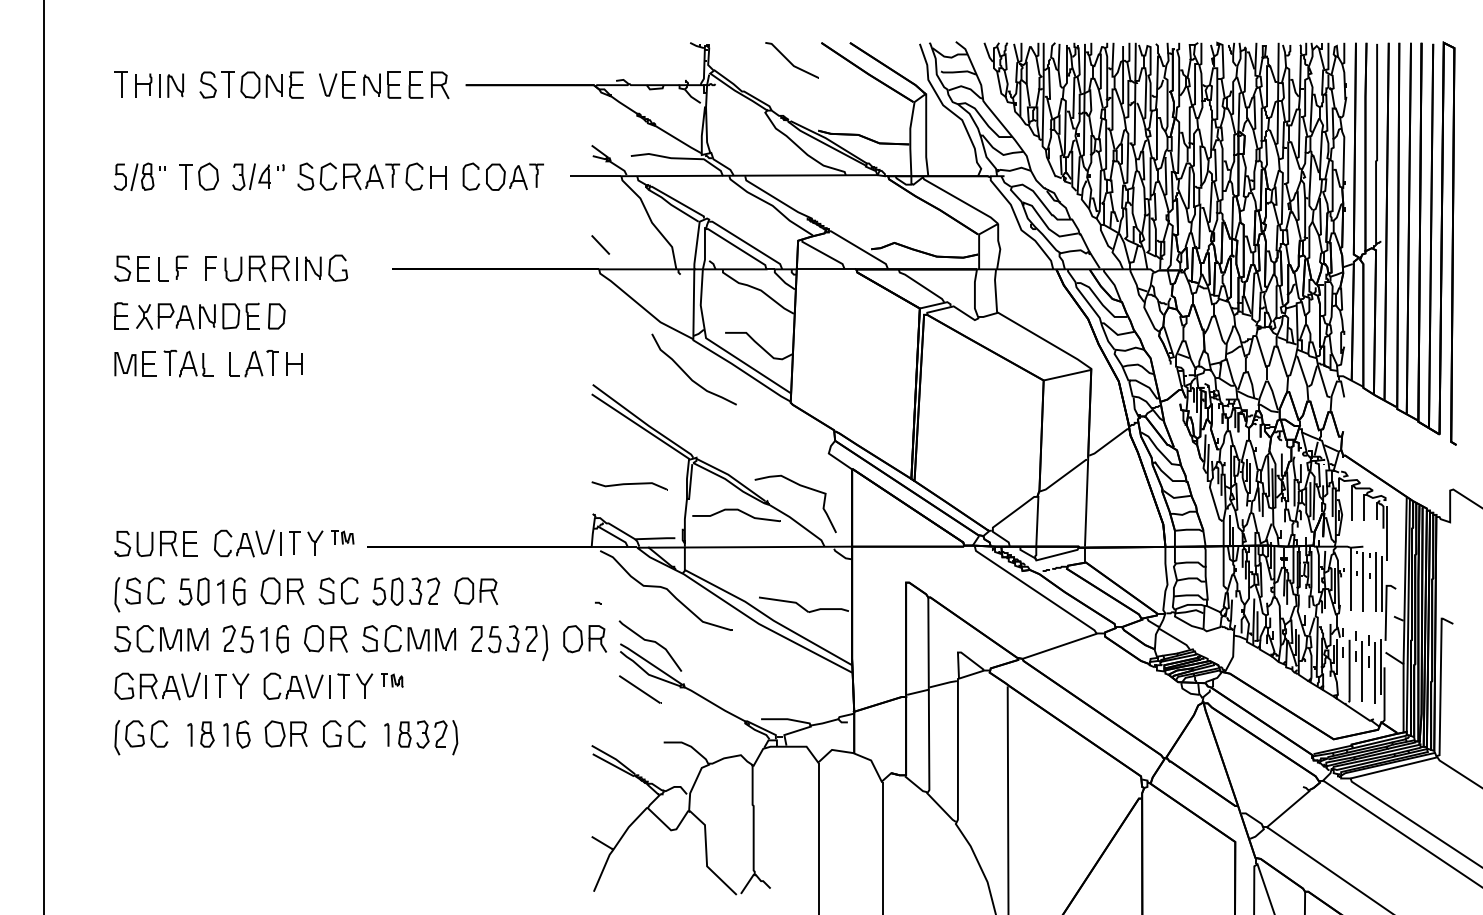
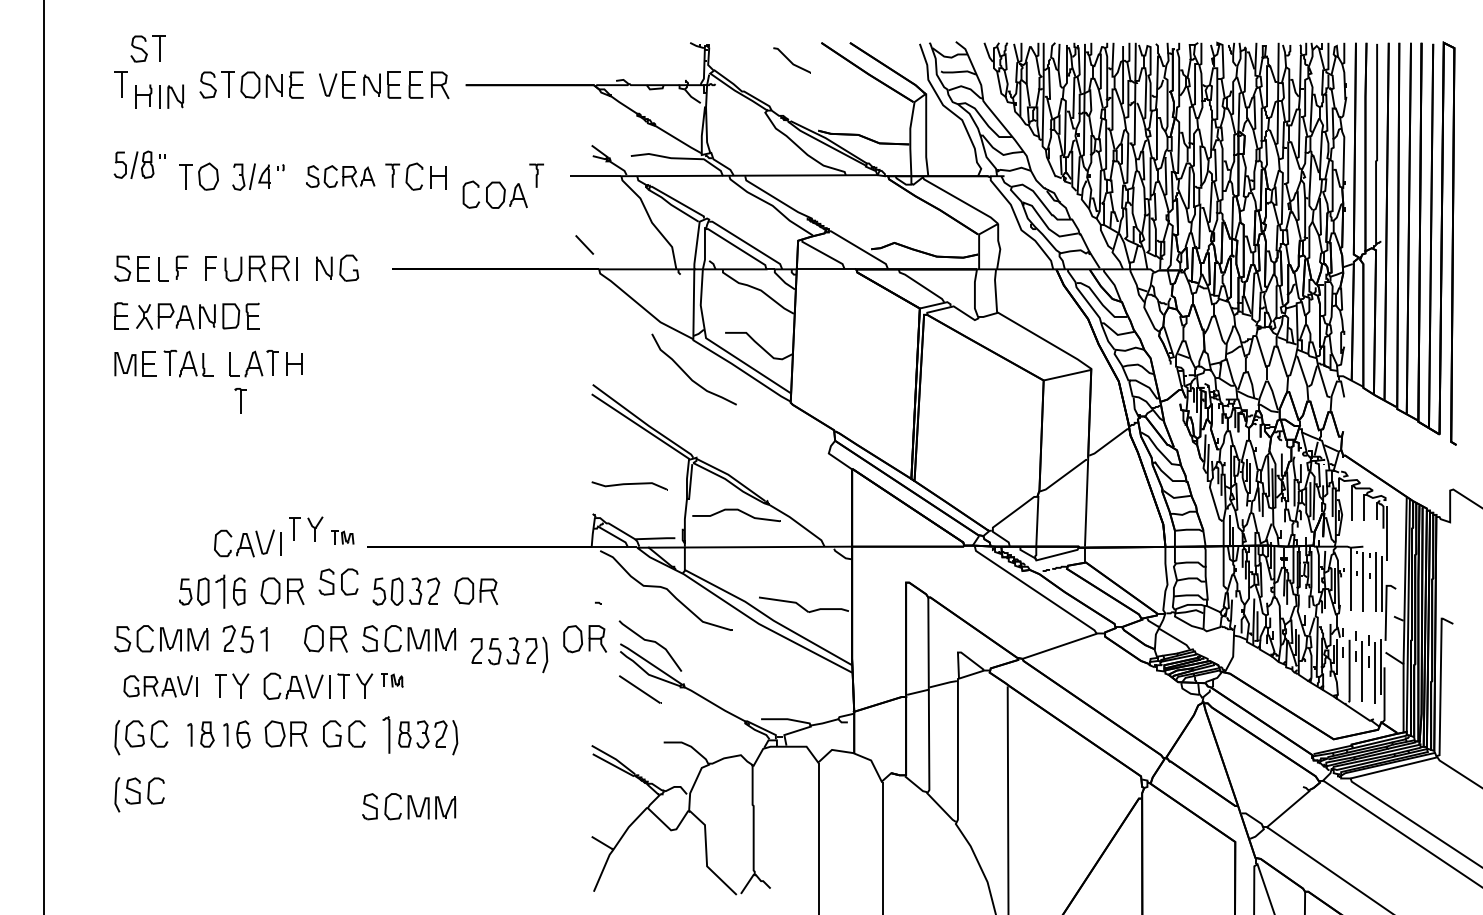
part at (147, 48): none -> present
part at (791, 60) size: 54x37 px -> 38x27 px
part at (159, 85) position: (159, 85) -> (159, 96)
part at (139, 176) position: (139, 176) -> (139, 164)
part at (340, 176) size: 87x29 px -> 70x24 px
part at (494, 176) position: (494, 176) -> (494, 194)
line at (600, 244) position: (600, 244) -> (584, 244)
part at (326, 267) position: (326, 267) -> (337, 267)
part at (276, 316): present -> none
part at (240, 400): none -> present
curve at (800, 486): present -> none
part at (306, 542) position: (306, 542) -> (306, 528)
part at (155, 543): present -> none
part at (338, 590) position: (338, 590) -> (338, 581)
part at (220, 591) size: 8x25 px -> 11x35 px
part at (139, 594) position: (139, 594) -> (139, 794)
part at (282, 639): present -> none
part at (509, 642) position: (509, 642) -> (509, 654)
part at (160, 686) size: 93x29 px -> 75x23 px
part at (386, 734) size: 6x24 px -> 9x38 px
part at (409, 806): none -> present
